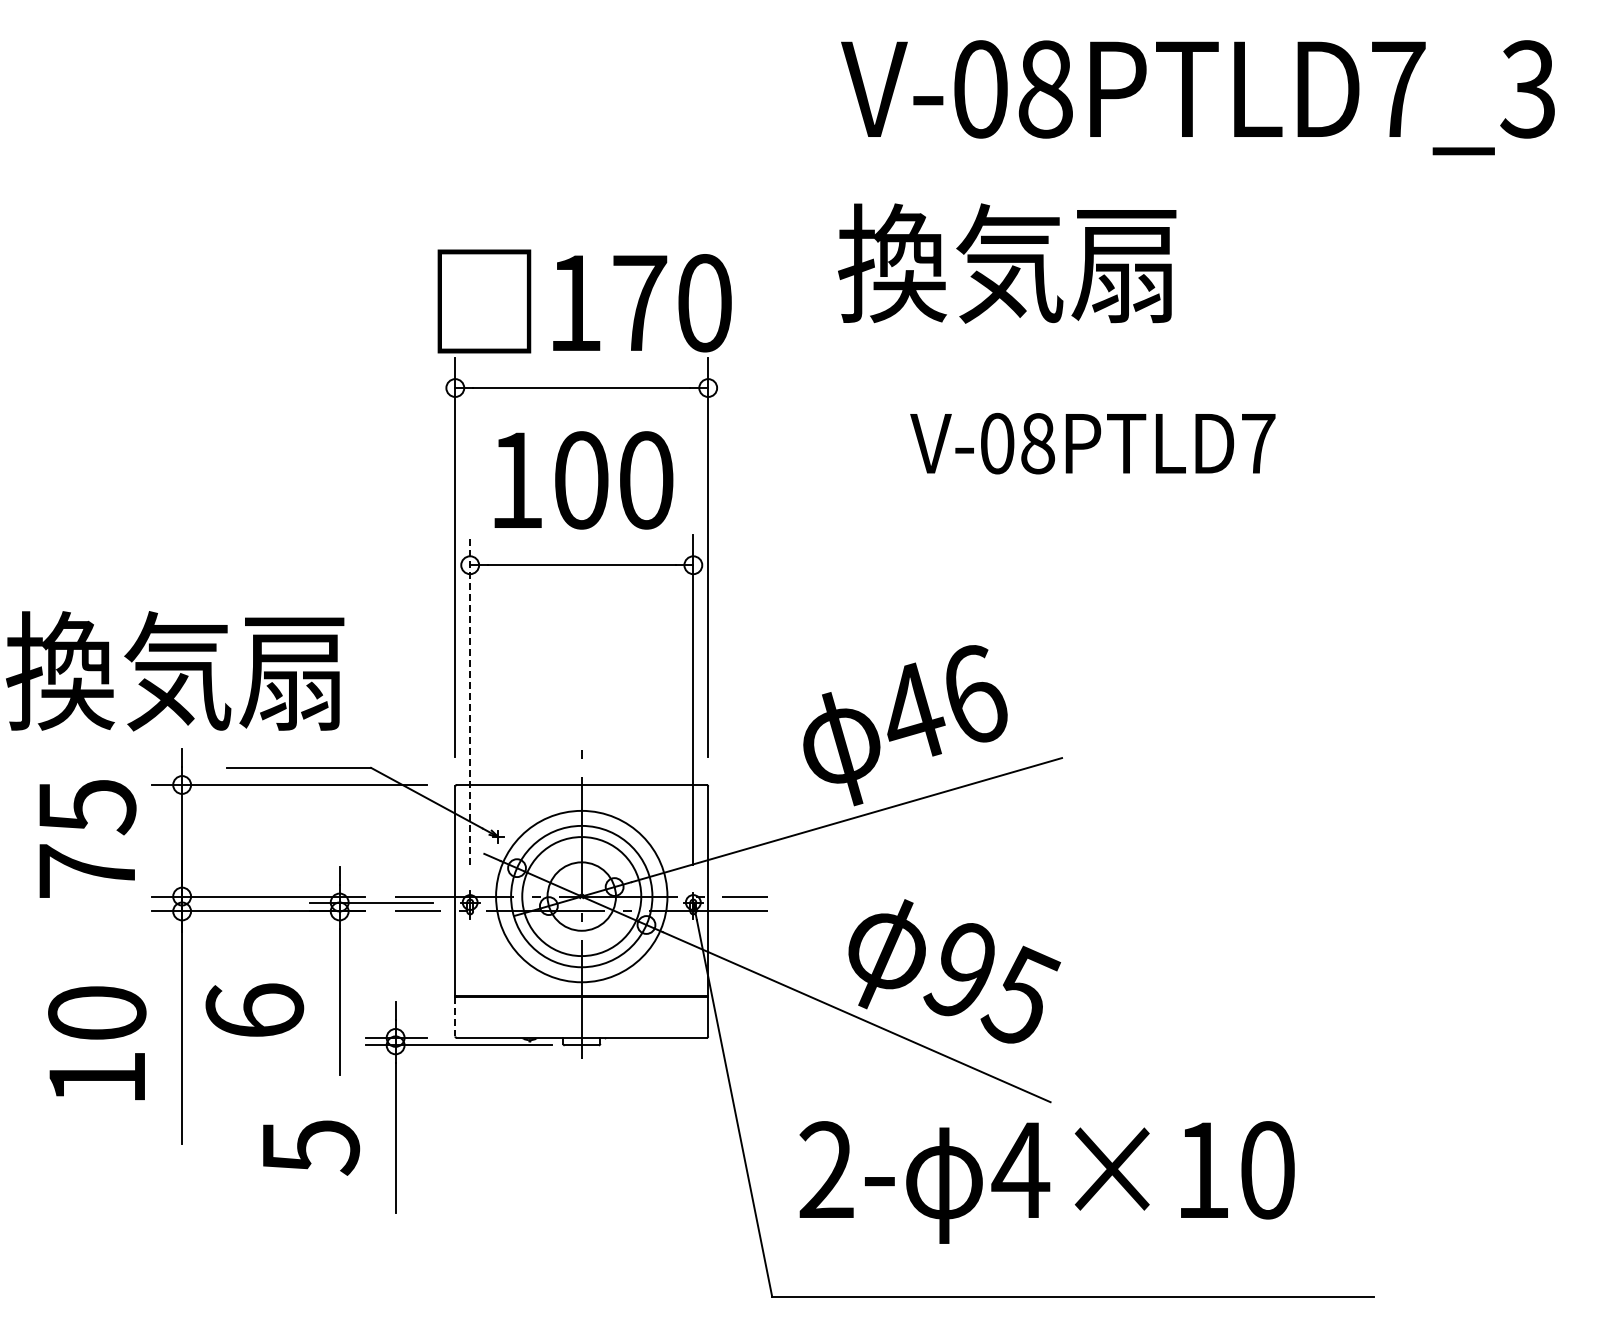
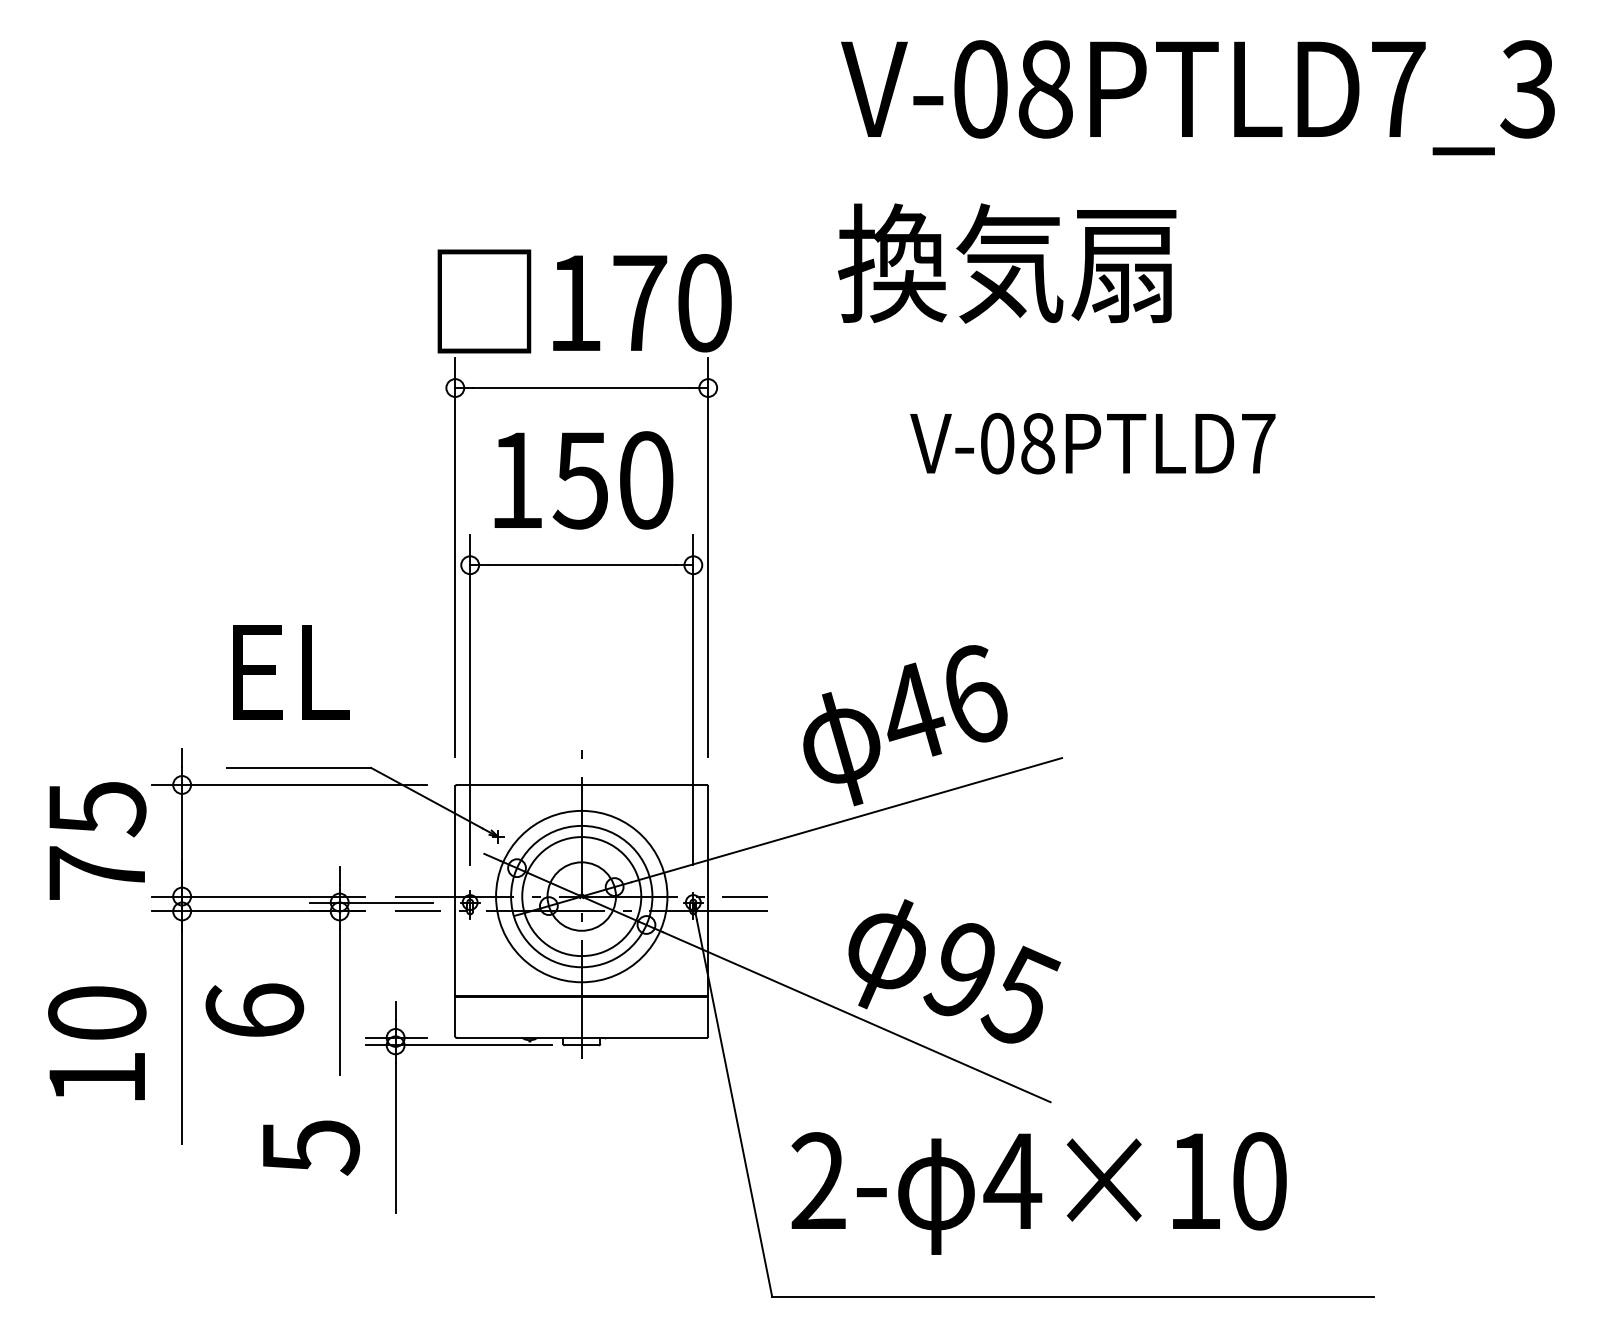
text at (580, 480): 100 -> 150
text at (177, 671): 換気扇 -> EL
line at (470, 700): dashed -> solid
text at (87, 838) position: (87, 838) -> (97, 840)
line at (455, 1017): dashed -> solid
text at (1046, 1182) position: (1046, 1182) -> (1038, 1193)
